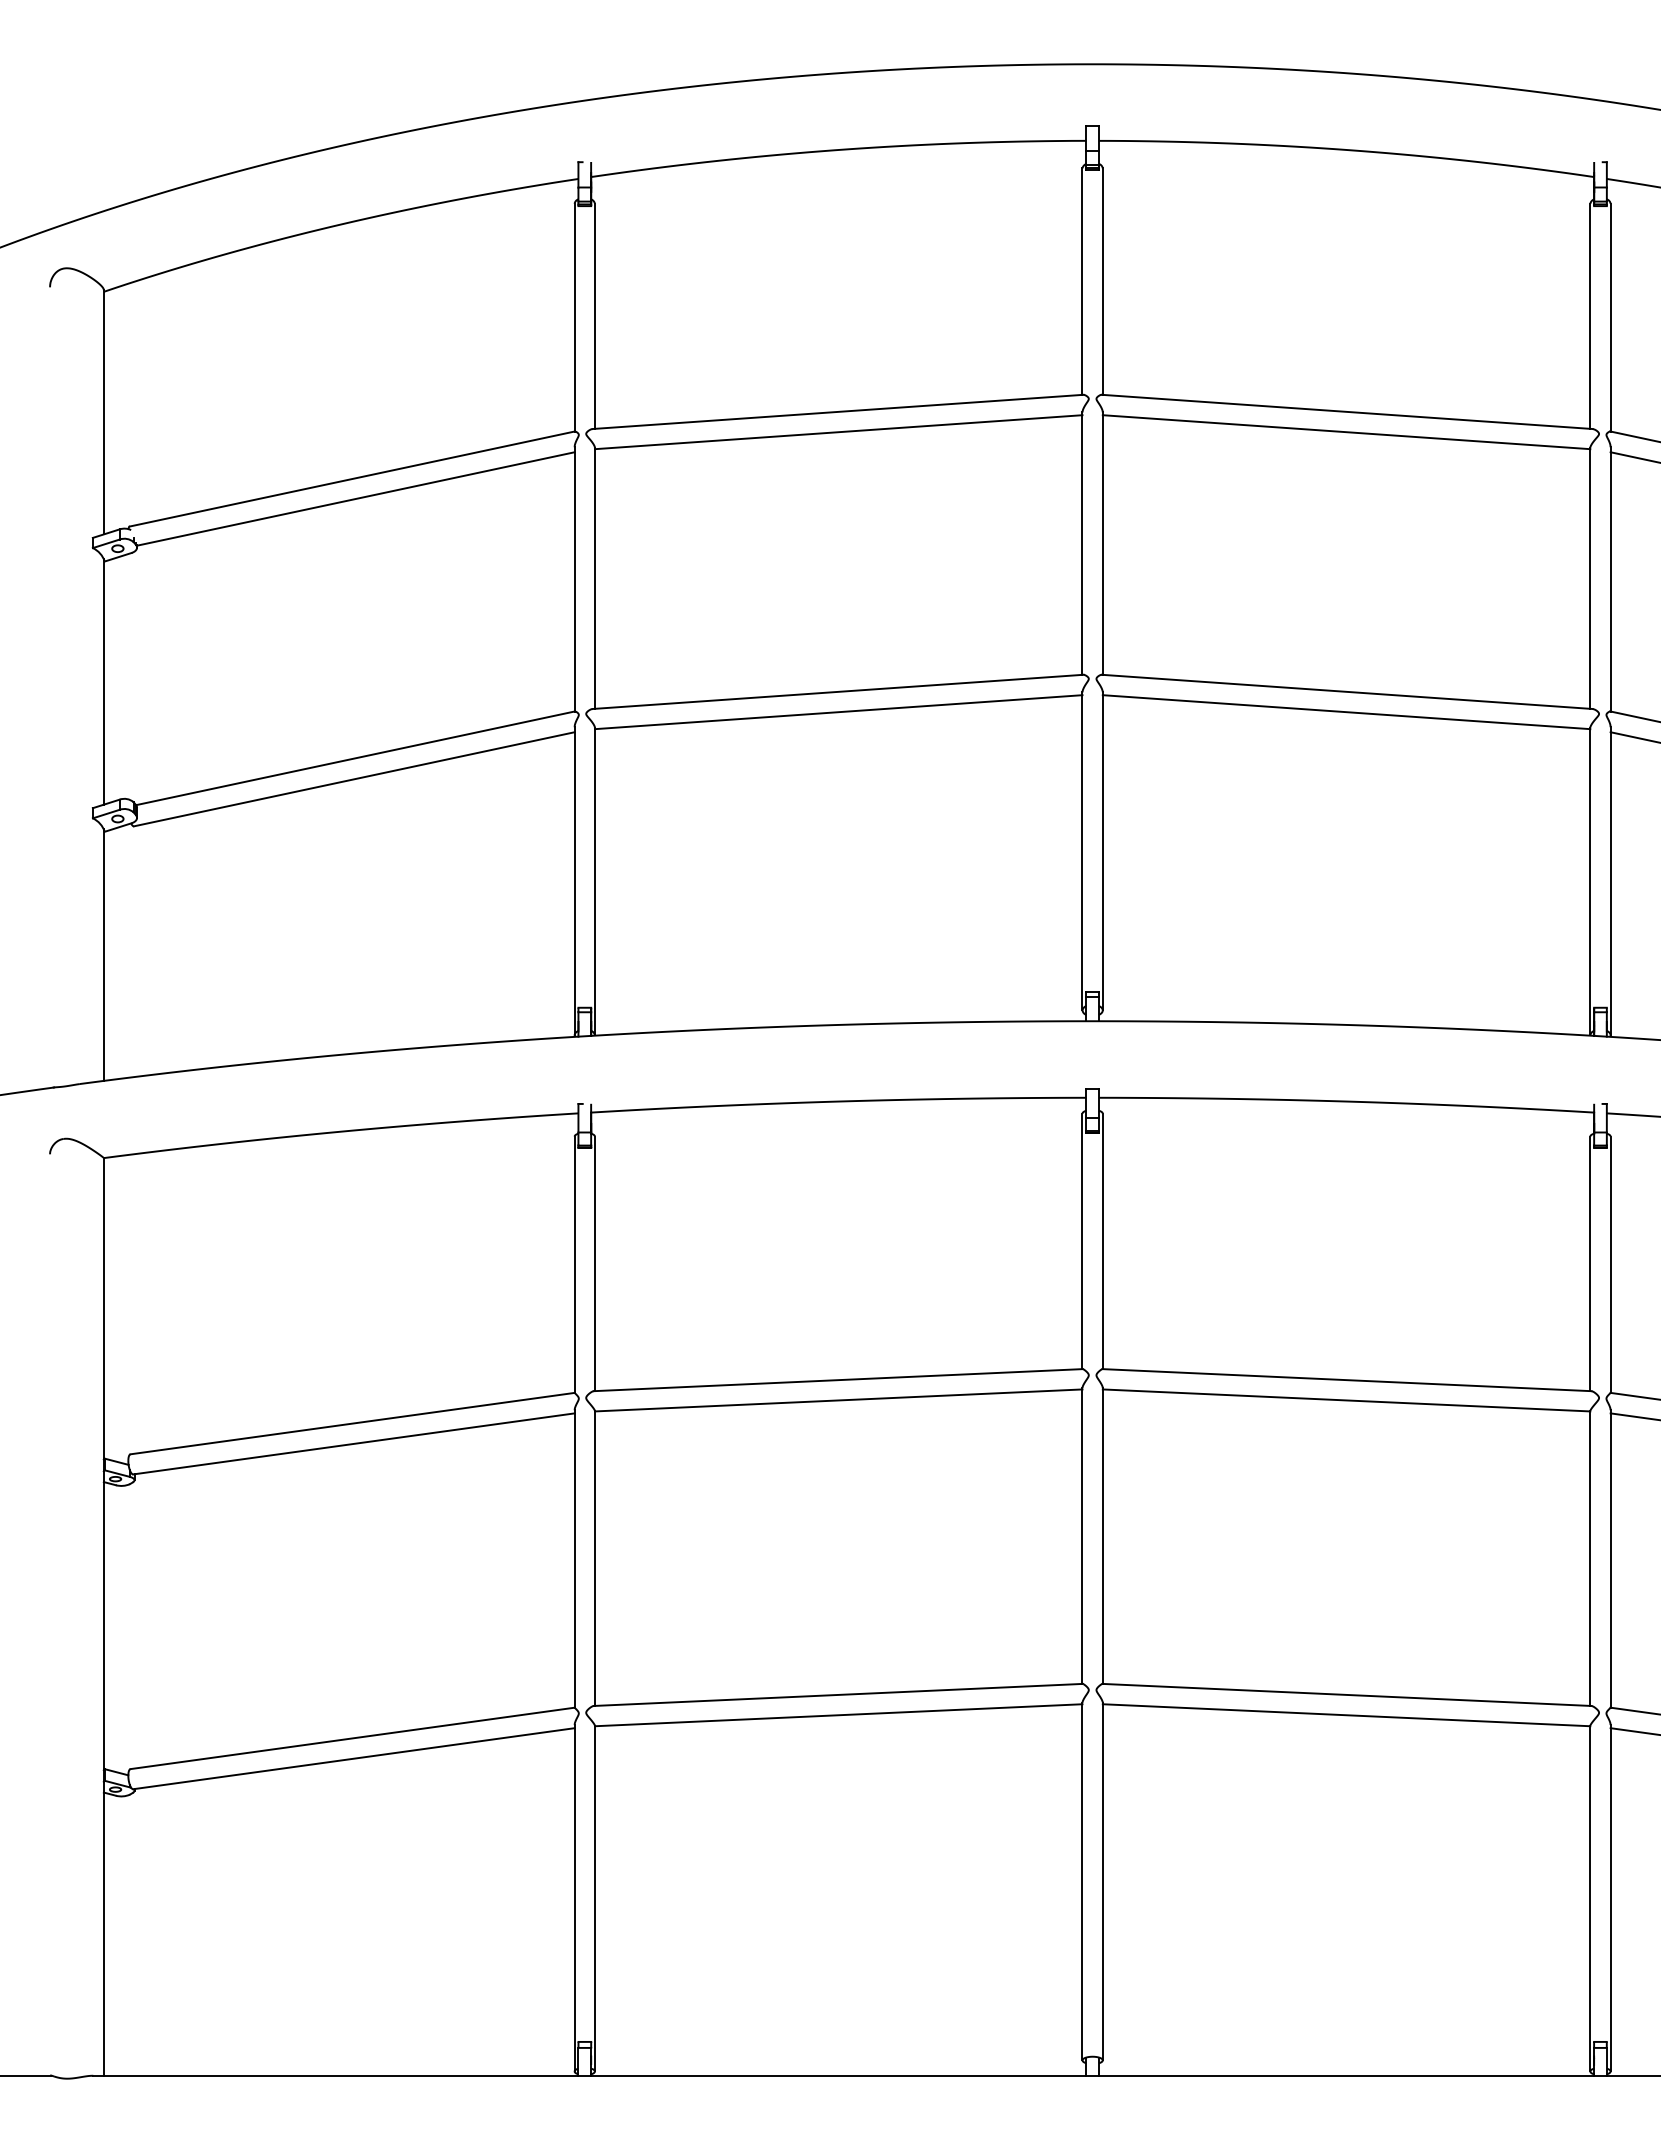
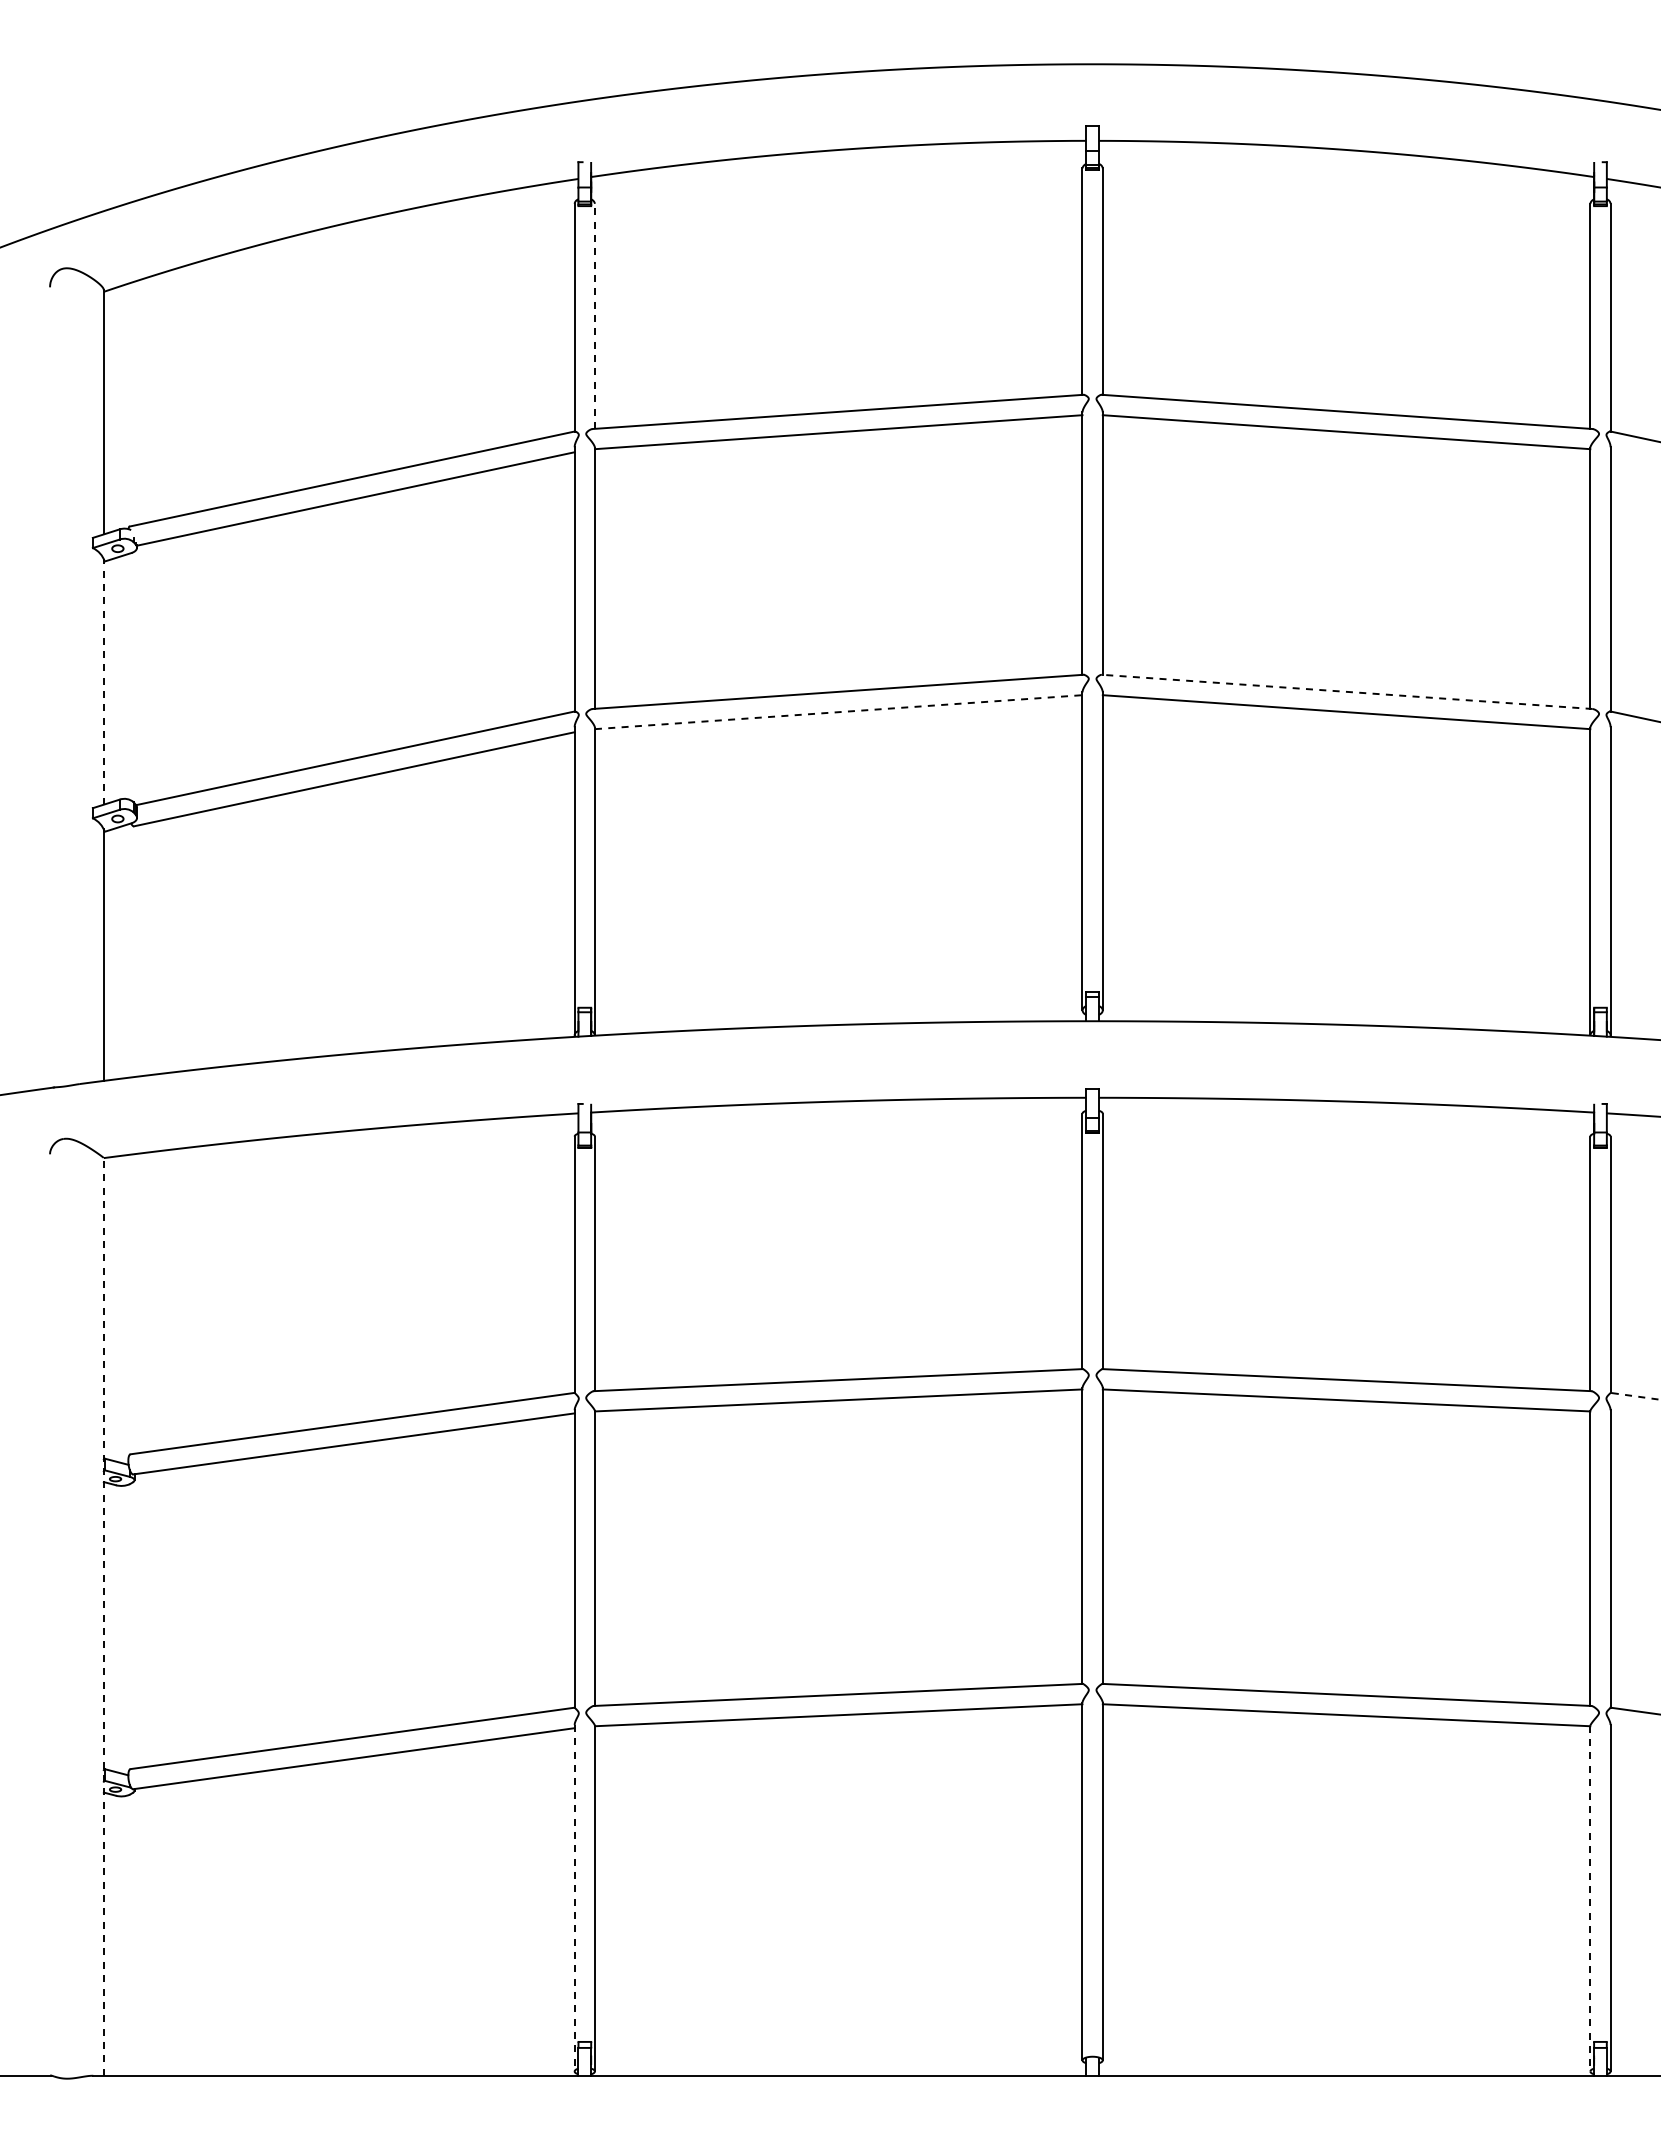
line at (594, 316): solid -> dashed
line at (1633, 457): present -> none
line at (103, 681): solid -> dashed
line at (1347, 691): solid -> dashed
line at (839, 712): solid -> dashed
line at (1633, 737): present -> none
line at (1635, 1396): solid -> dashed
line at (1633, 1416): present -> none
line at (103, 1616): solid -> dashed
line at (1633, 1731): present -> none
line at (574, 1898): solid -> dashed
line at (1590, 1898): solid -> dashed
